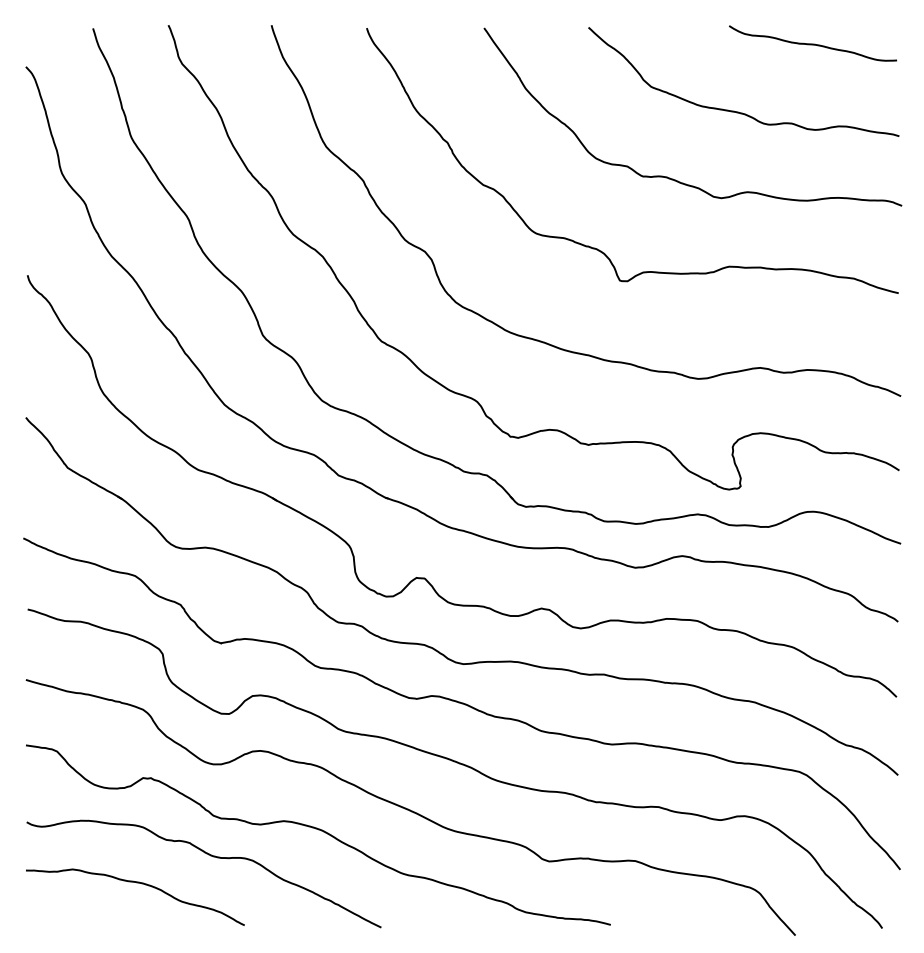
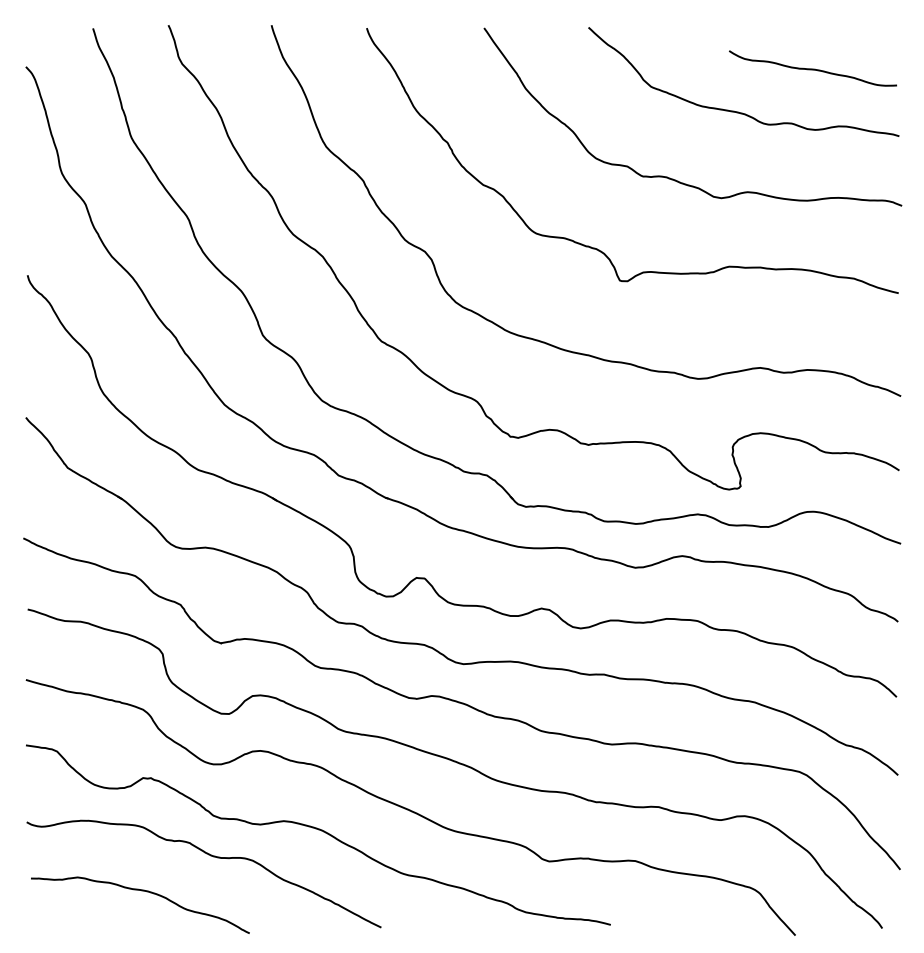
curve at (812, 43) position: (812, 43) -> (812, 68)
curve at (136, 883) position: (136, 883) -> (141, 891)
